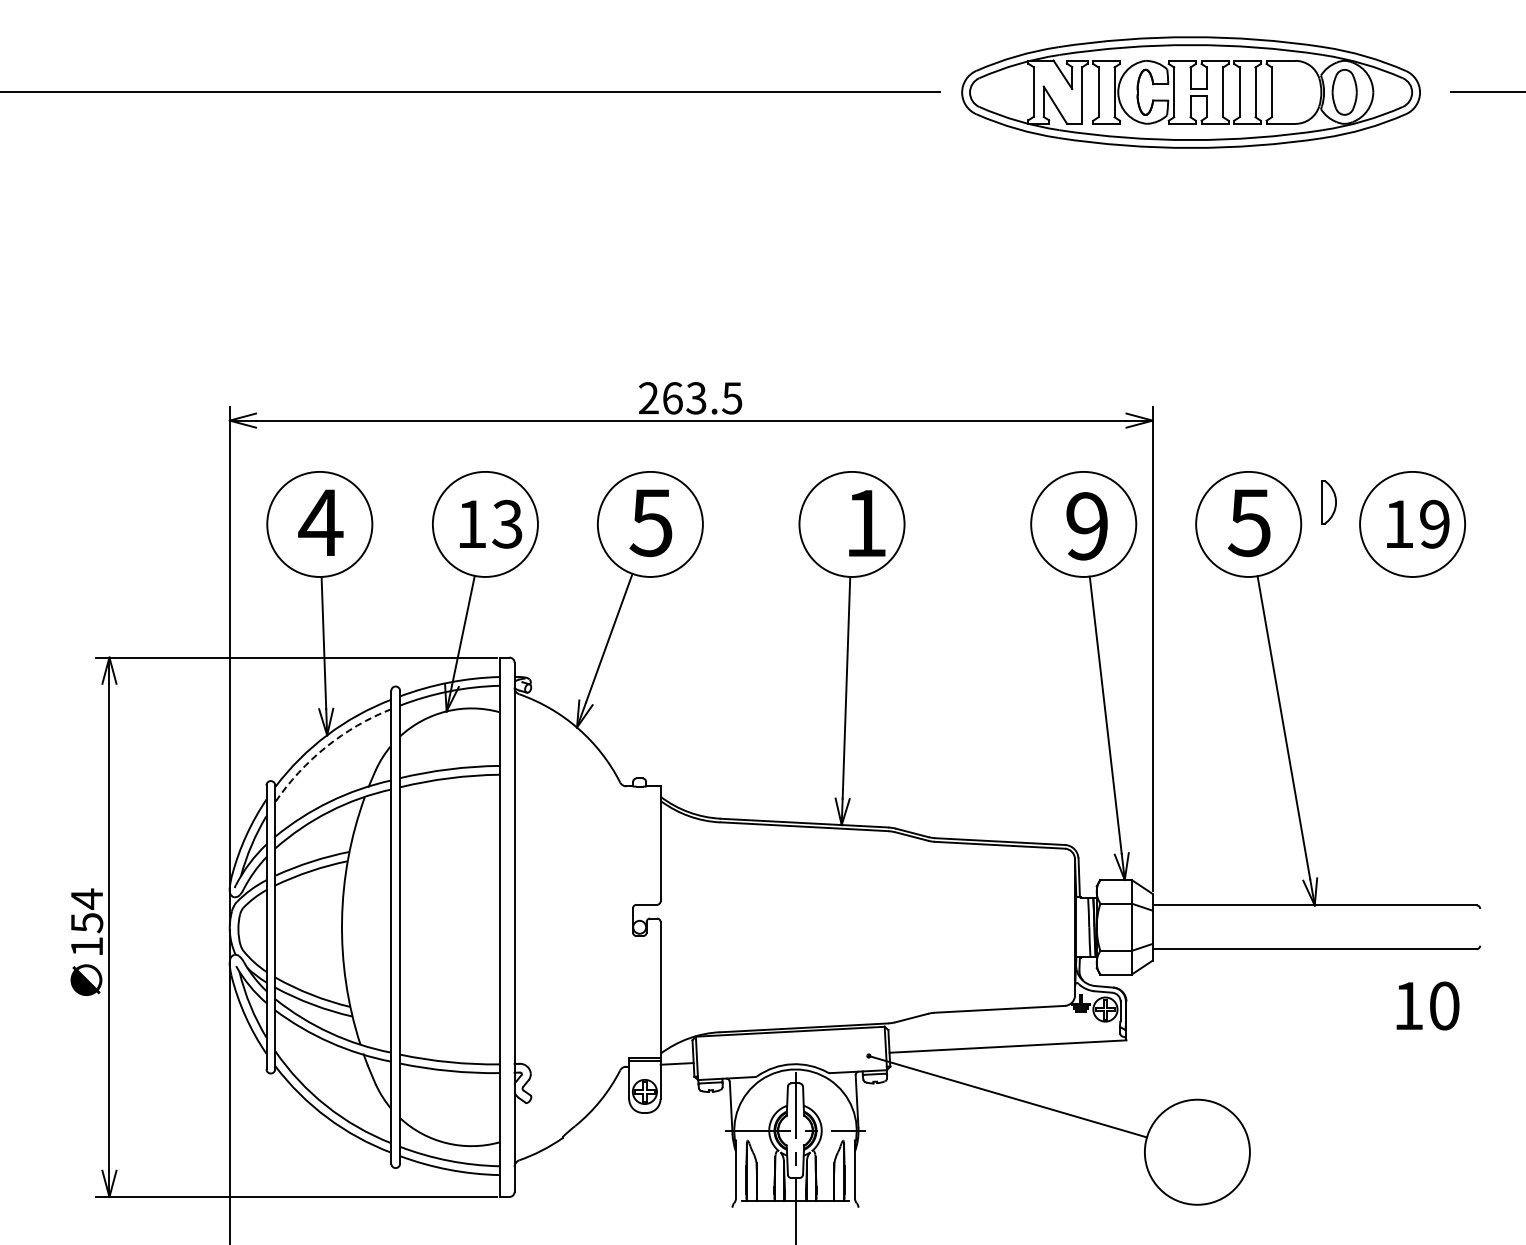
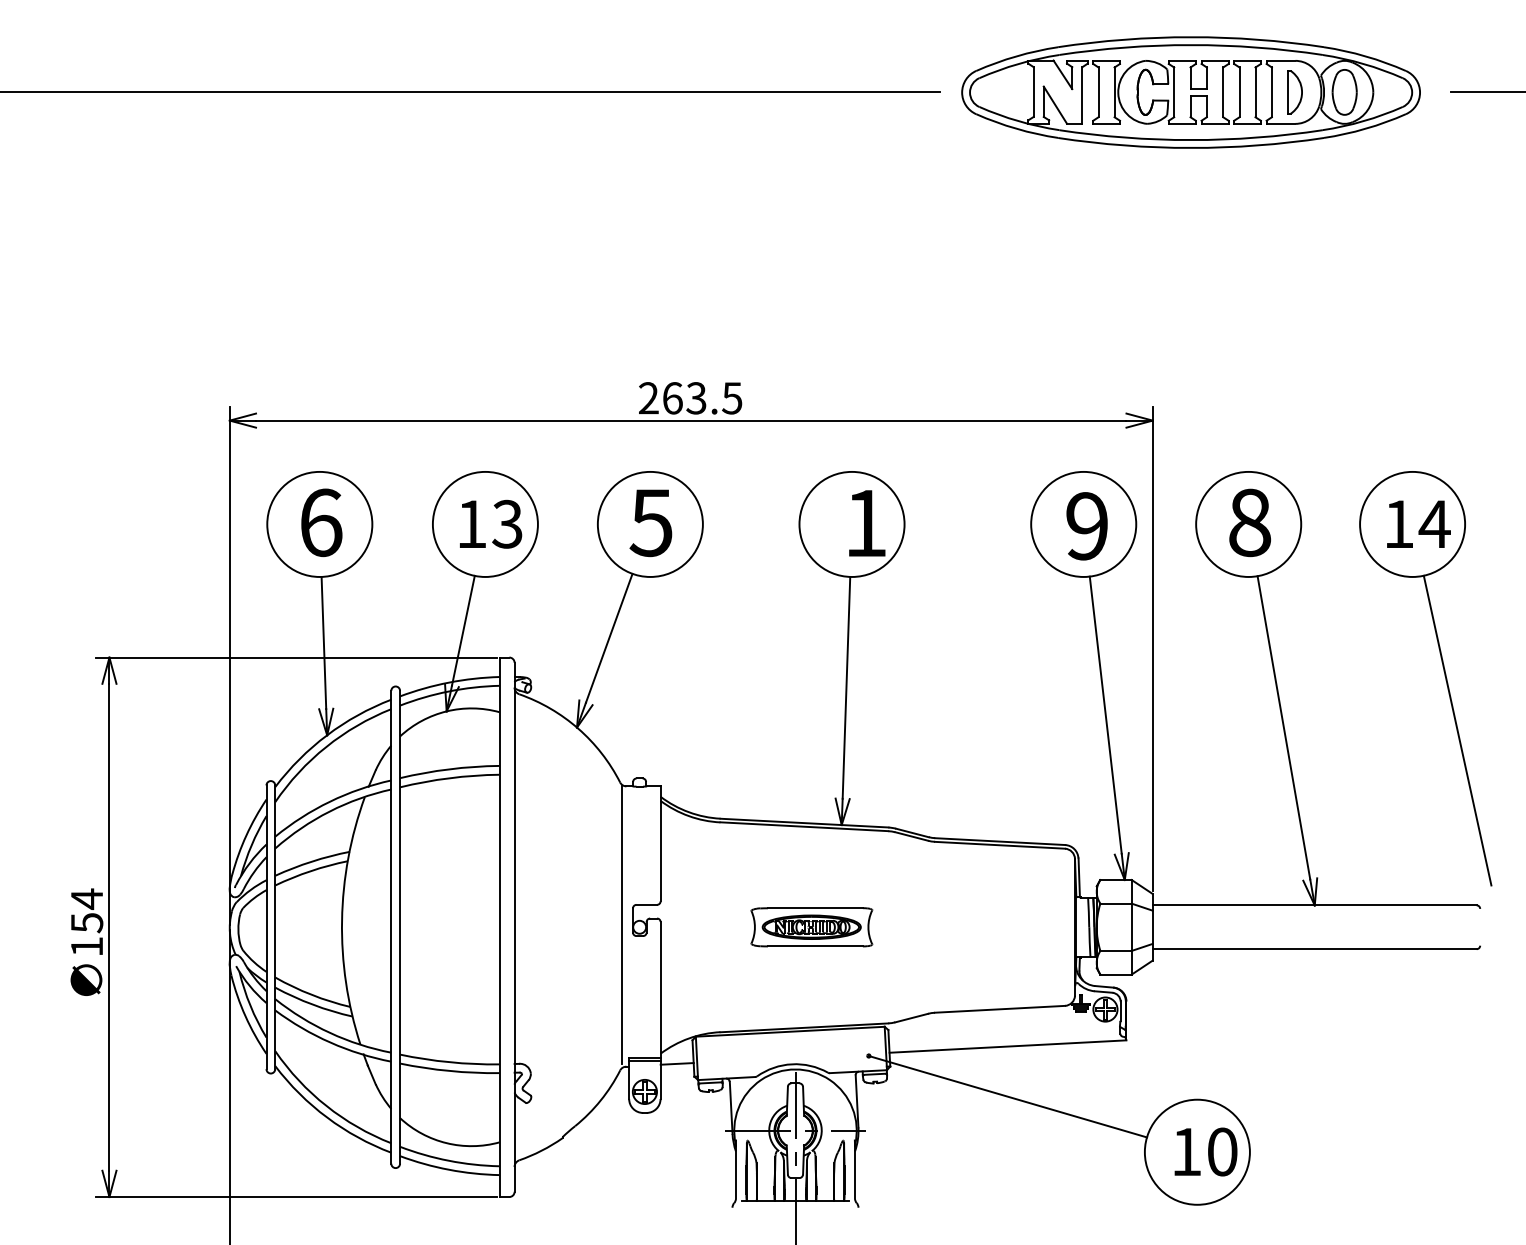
part at (1328, 502) position: (1328, 502) -> (1294, 92)
text at (320, 522): 4 -> 6
text at (1249, 522): 5 -> 8
text at (1434, 523): 19 -> 14
line at (1457, 730): none -> present
arc at (326, 746): dashed -> solid
line at (622, 924): none -> present
part at (811, 927): none -> present
text at (1427, 1005) position: (1427, 1005) -> (1205, 1151)
